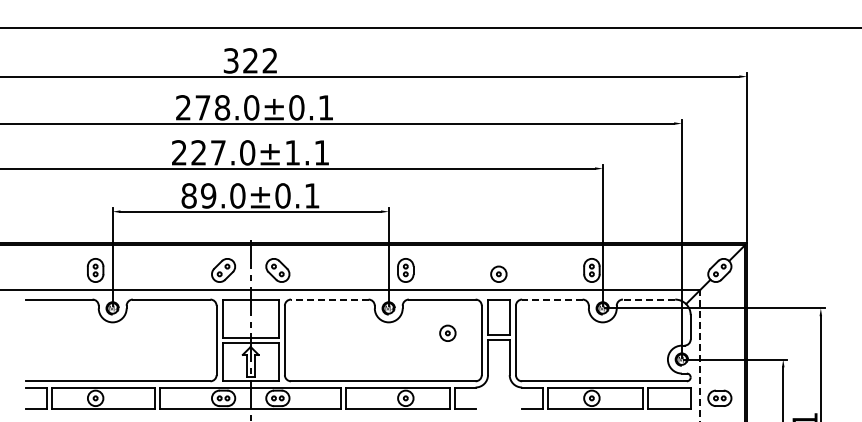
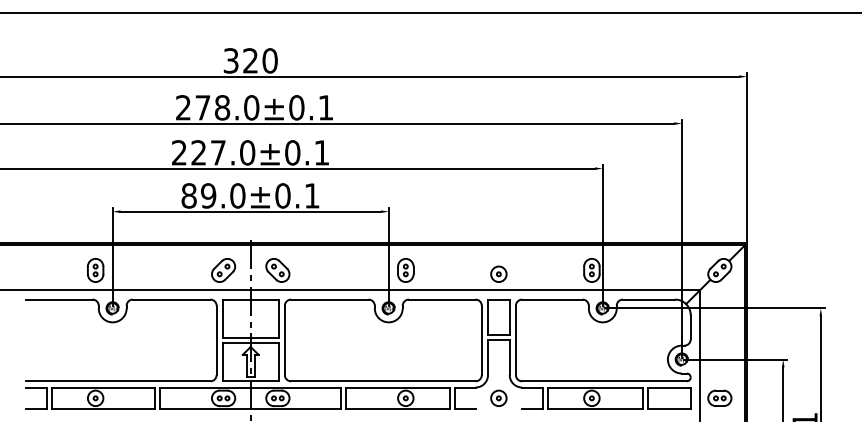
line at (430, 27) position: (430, 27) -> (430, 12)
text at (269, 60): 322 -> 320
text at (292, 152): 227.0±1.1 -> 227.0±0.1
line at (329, 299): dashed -> solid
line at (551, 299): dashed -> solid
line at (648, 299): dashed -> solid
part at (447, 332) position: (447, 332) -> (498, 397)
line at (699, 355): dashed -> solid
